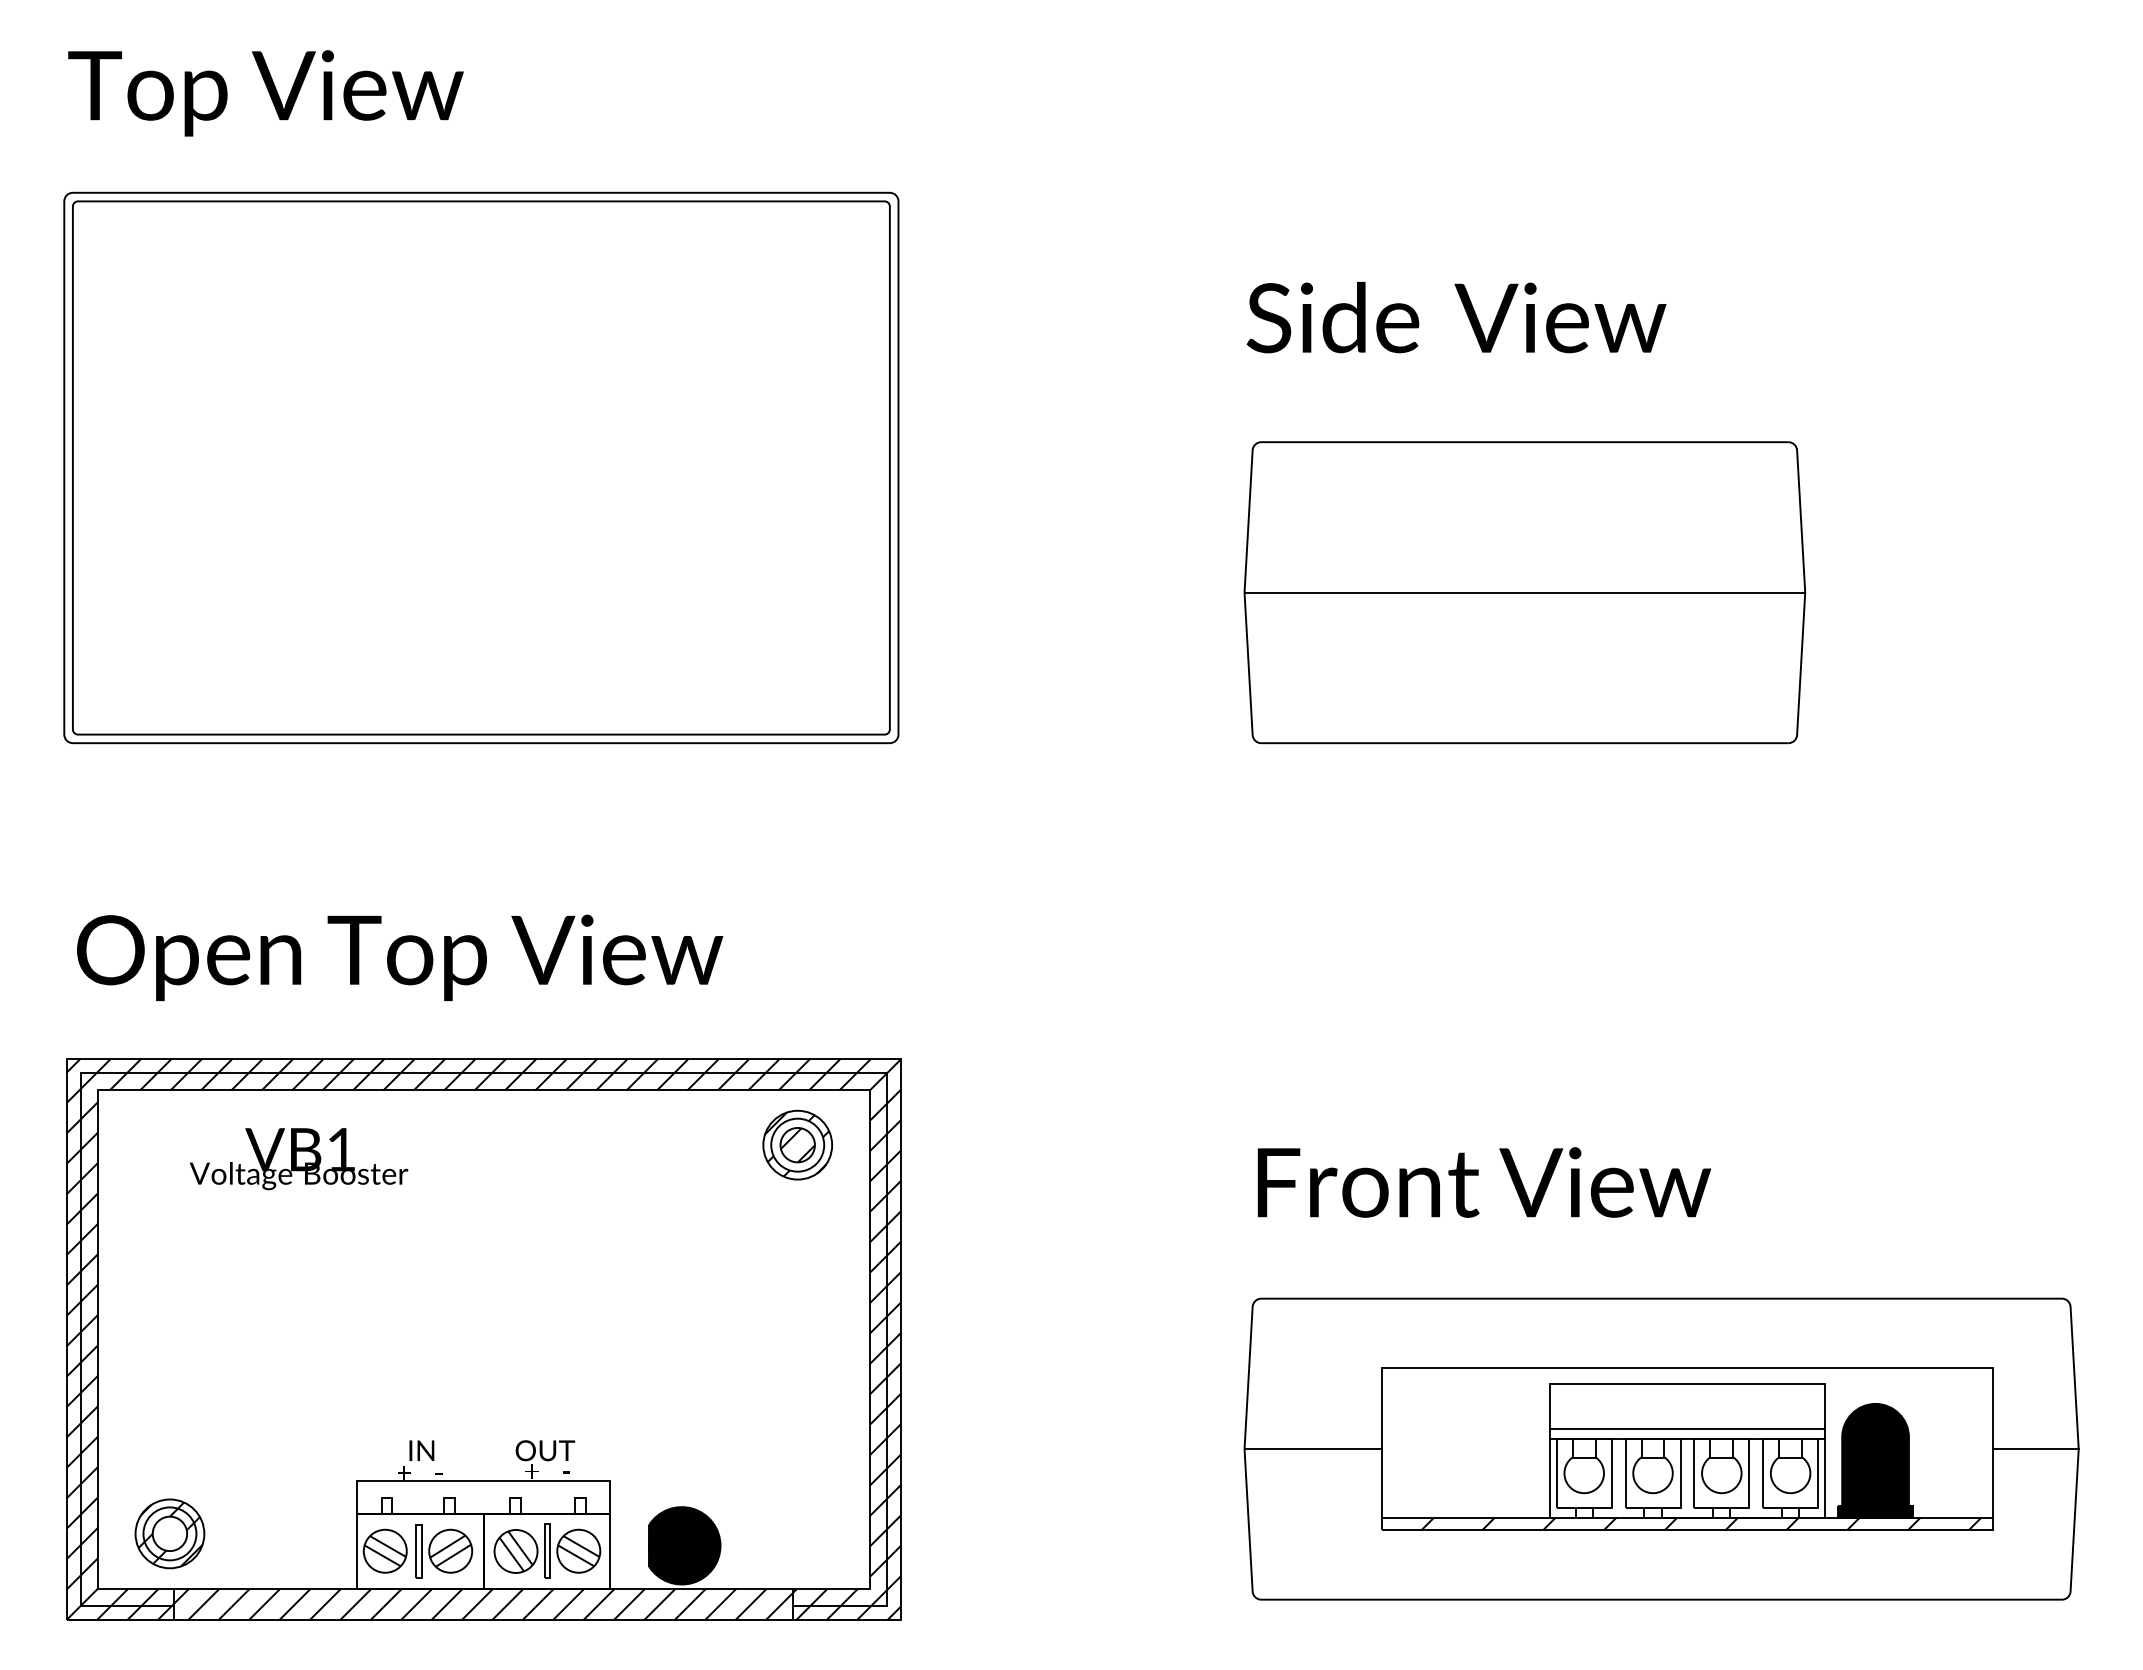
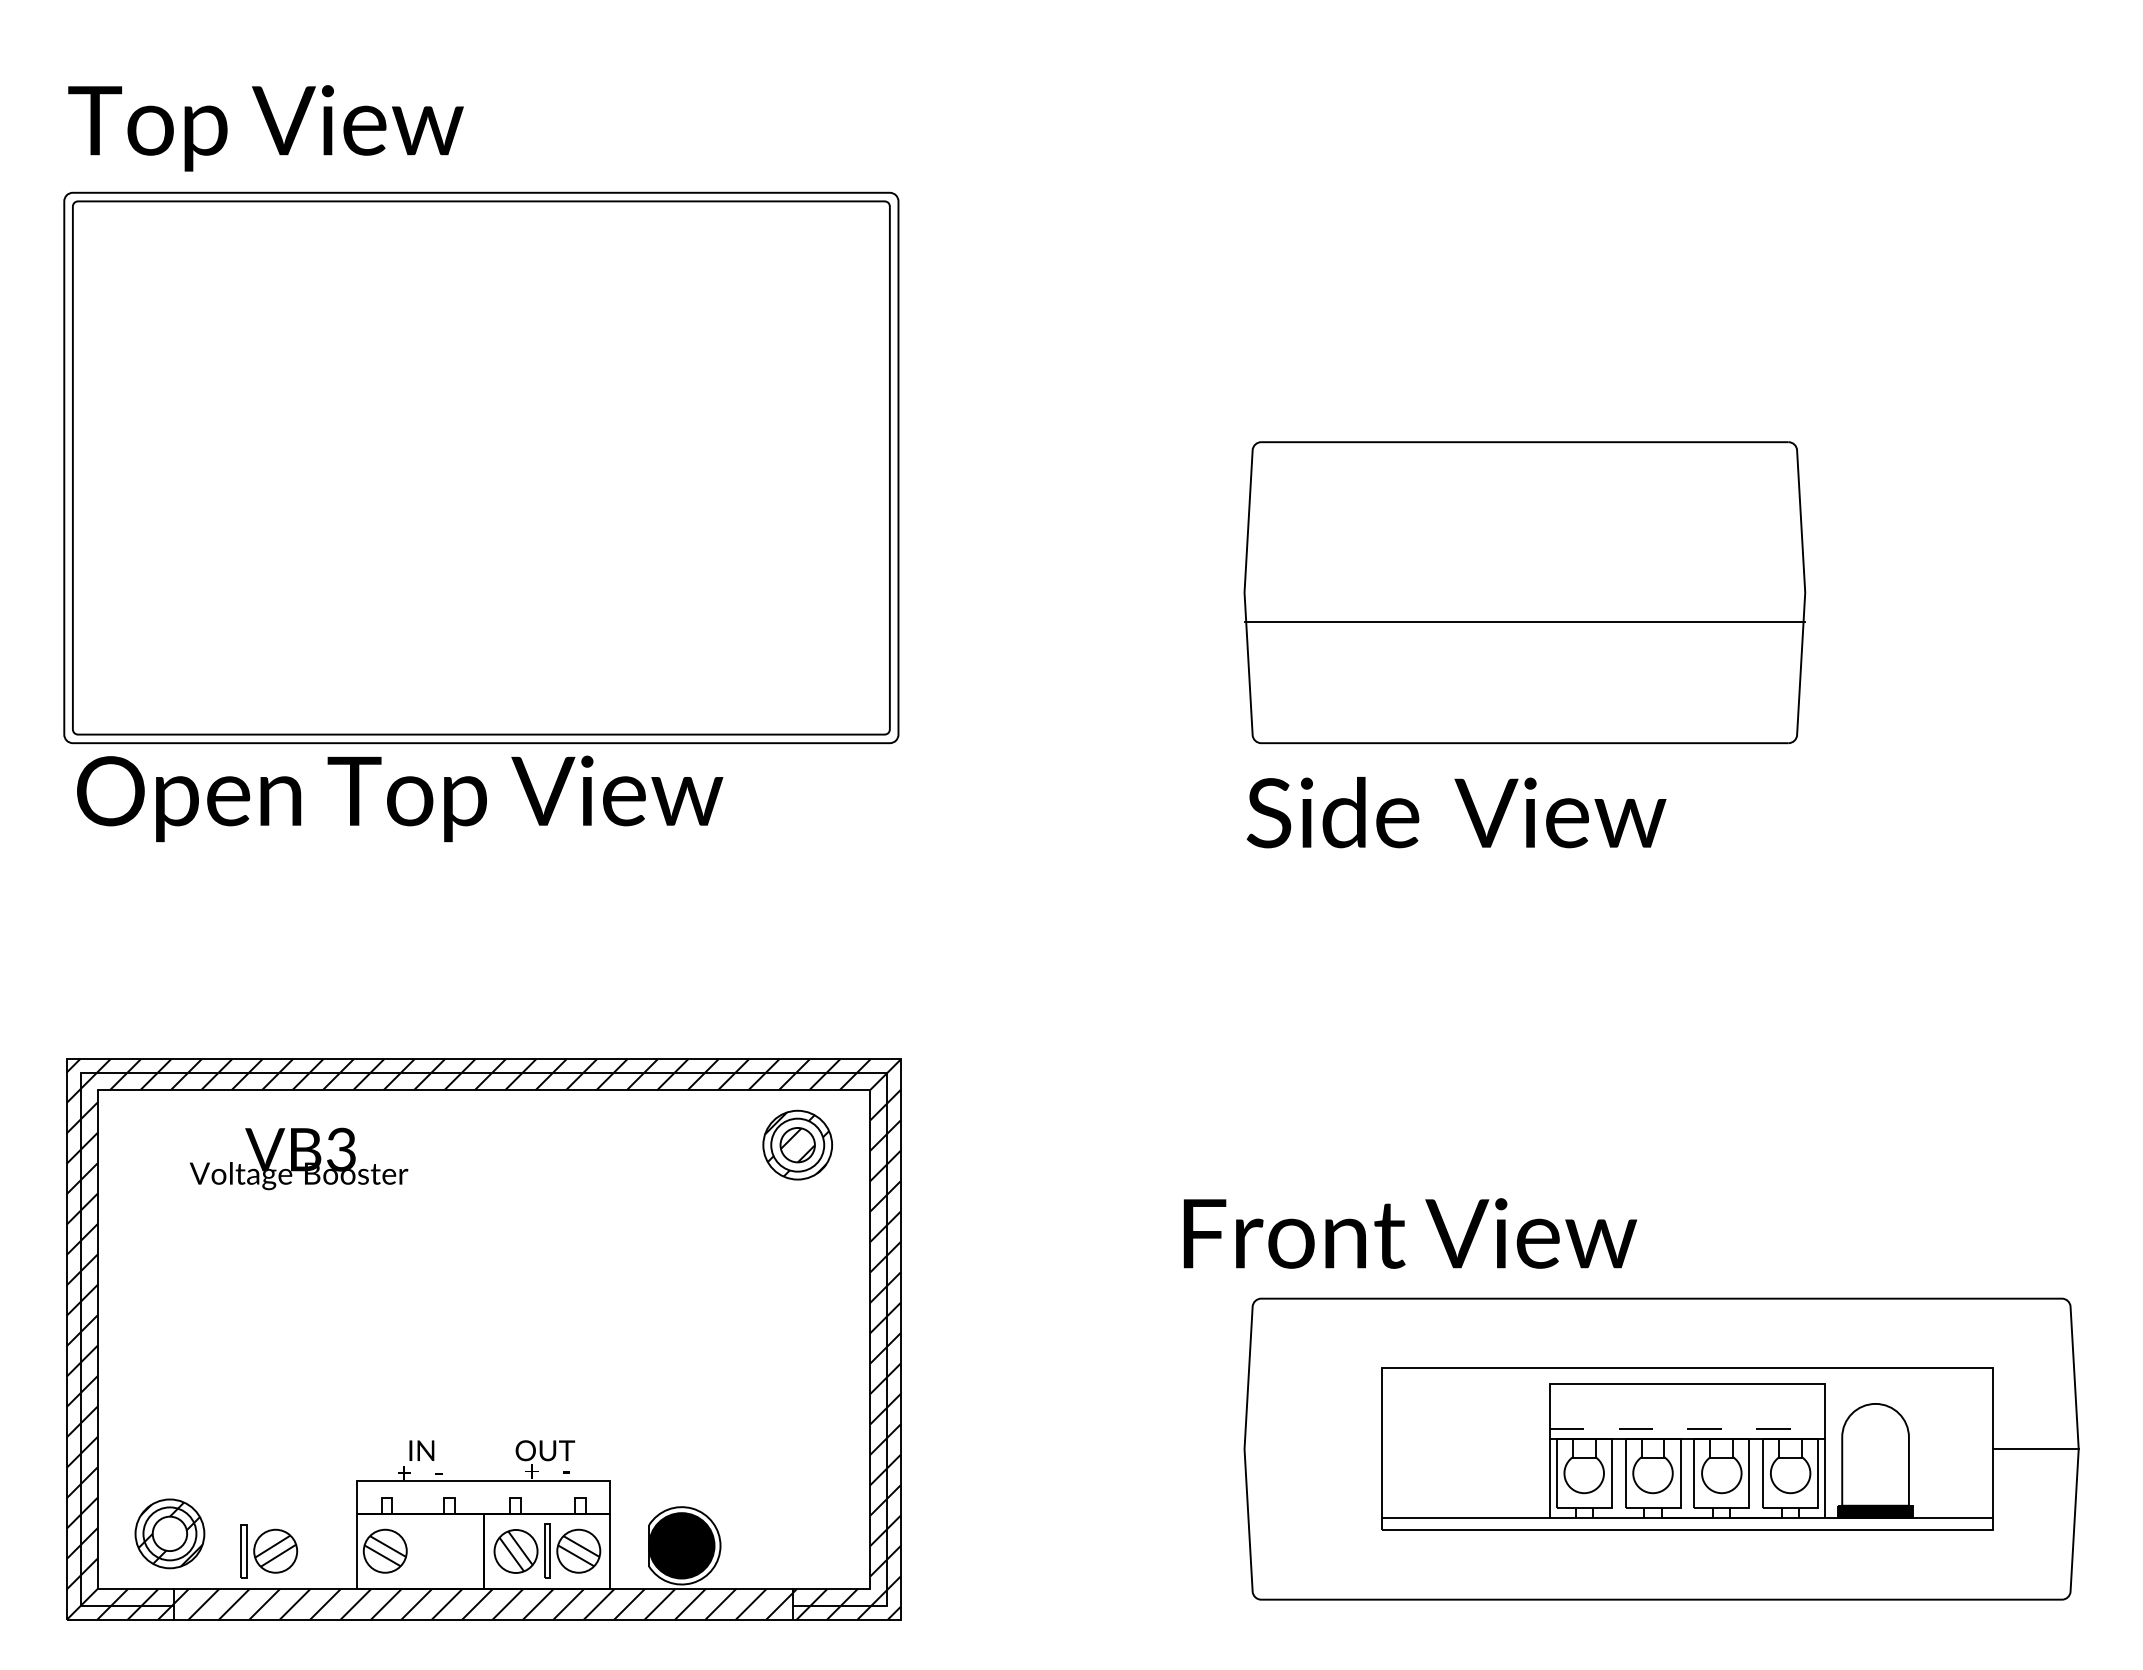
text at (265, 93) position: (265, 93) -> (265, 128)
text at (1456, 317) position: (1456, 317) -> (1456, 812)
line at (1524, 592) position: (1524, 592) -> (1524, 621)
text at (400, 957) position: (400, 957) -> (400, 798)
text at (341, 1149): VB1 -> VB3
text at (1484, 1182) position: (1484, 1182) -> (1410, 1233)
line at (1687, 1428): solid -> dashed
line at (1313, 1449): present -> none
fill at (1875, 1454): present -> none
hatch at (1700, 1524): present -> none
fill at (684, 1545): present -> none
part at (444, 1551) position: (444, 1551) -> (269, 1551)
